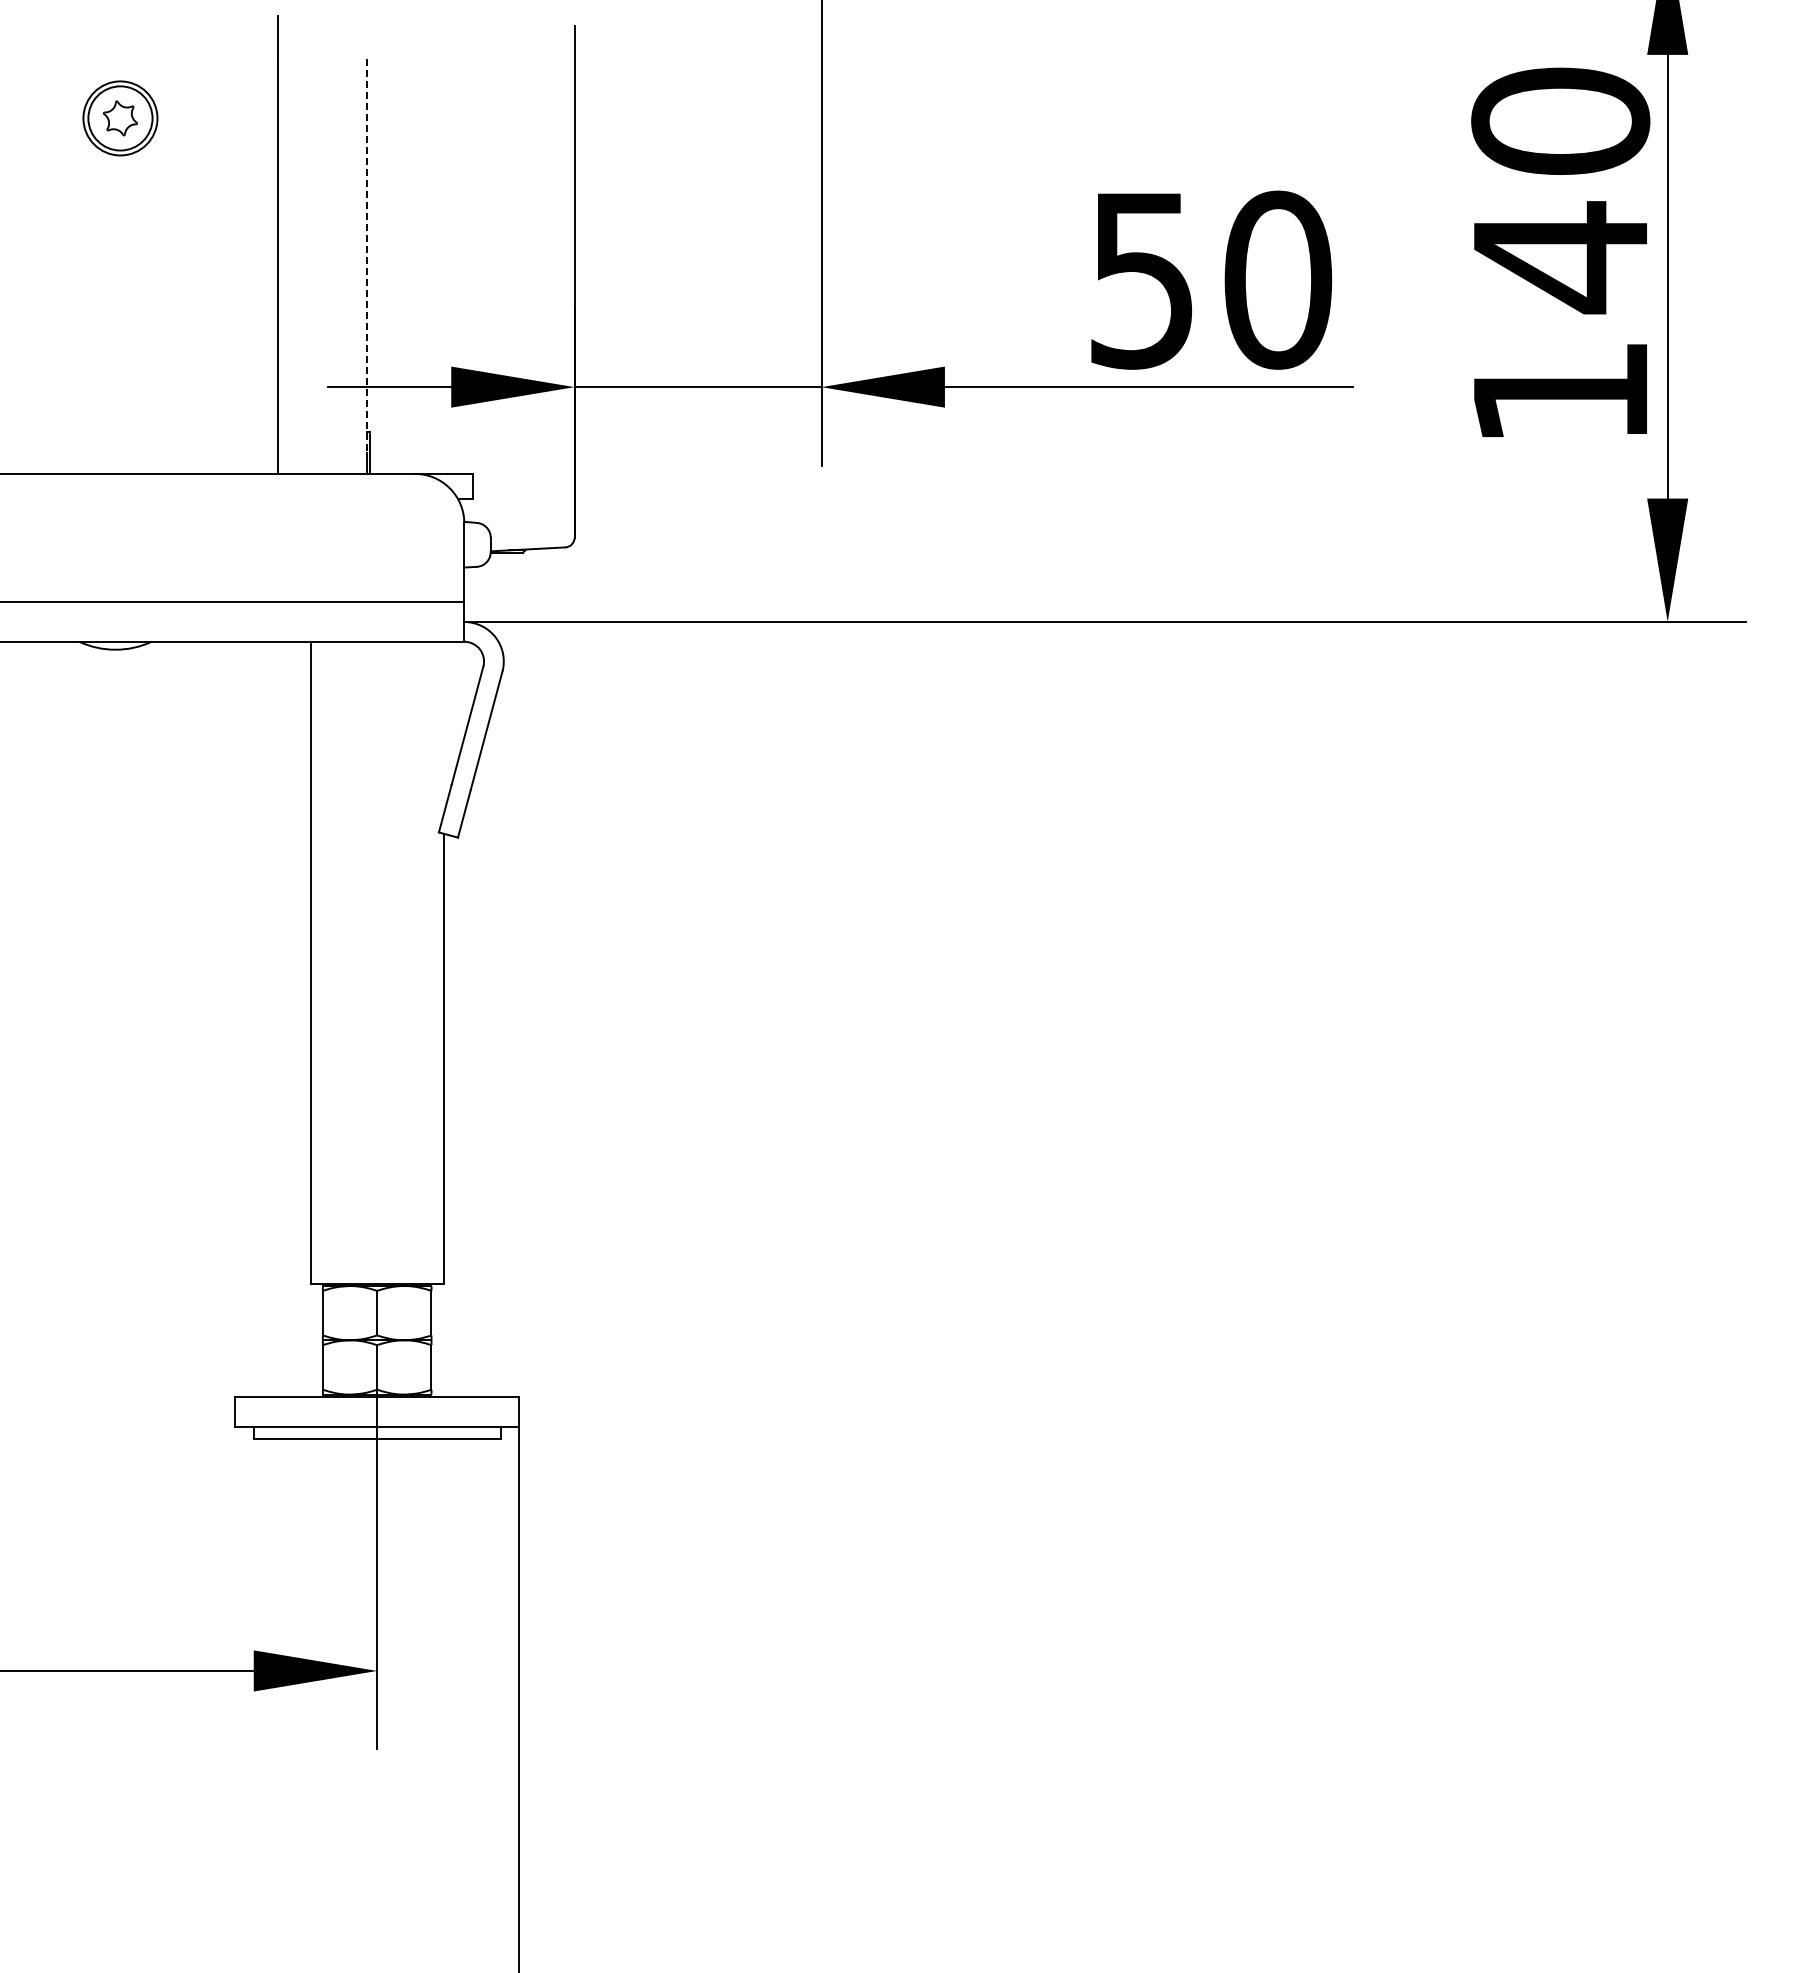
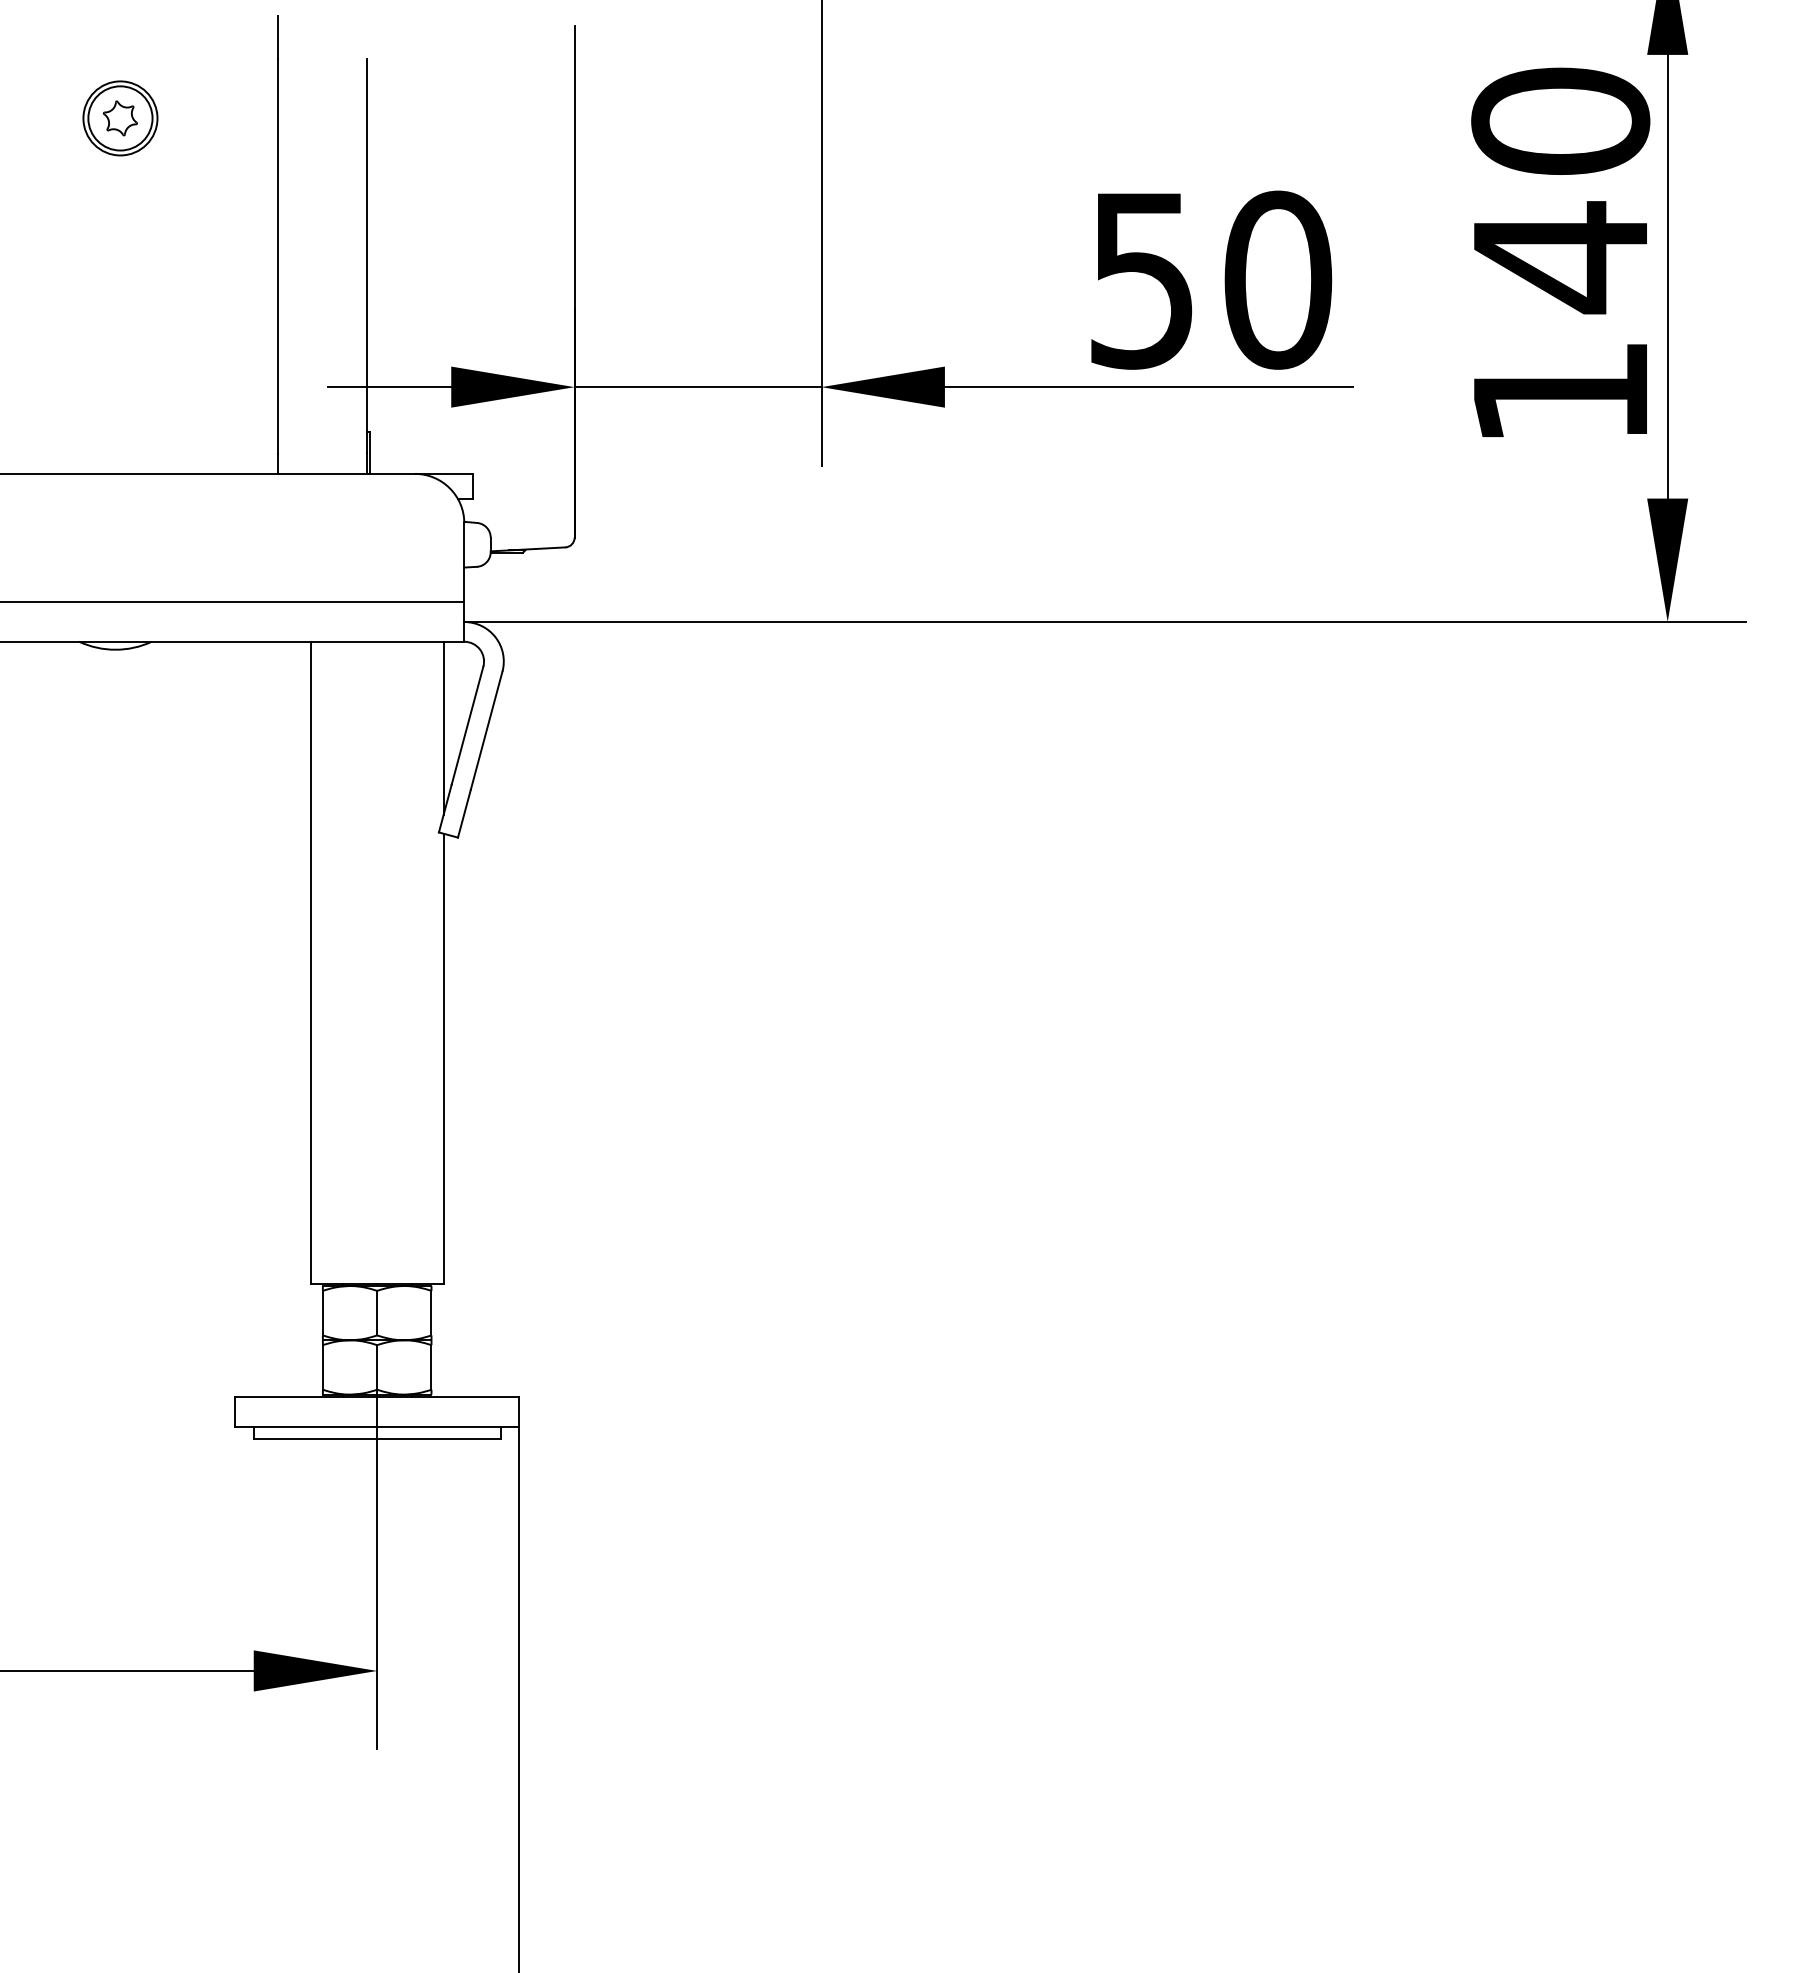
line at (367, 256): dashed -> solid
line at (443, 728): none -> present
